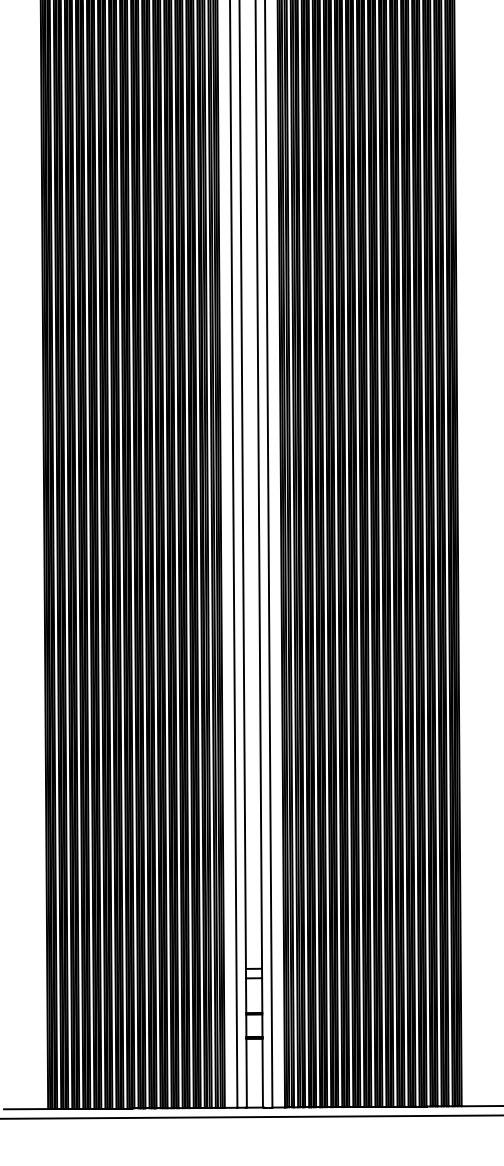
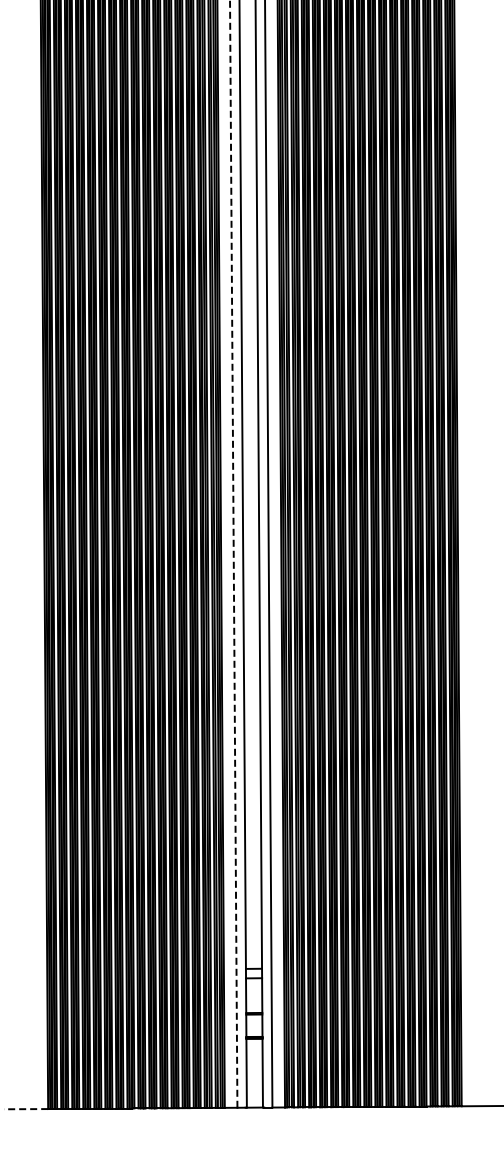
line at (233, 553): solid -> dashed
line at (25, 1109): solid -> dashed
line at (251, 1116): present -> none
